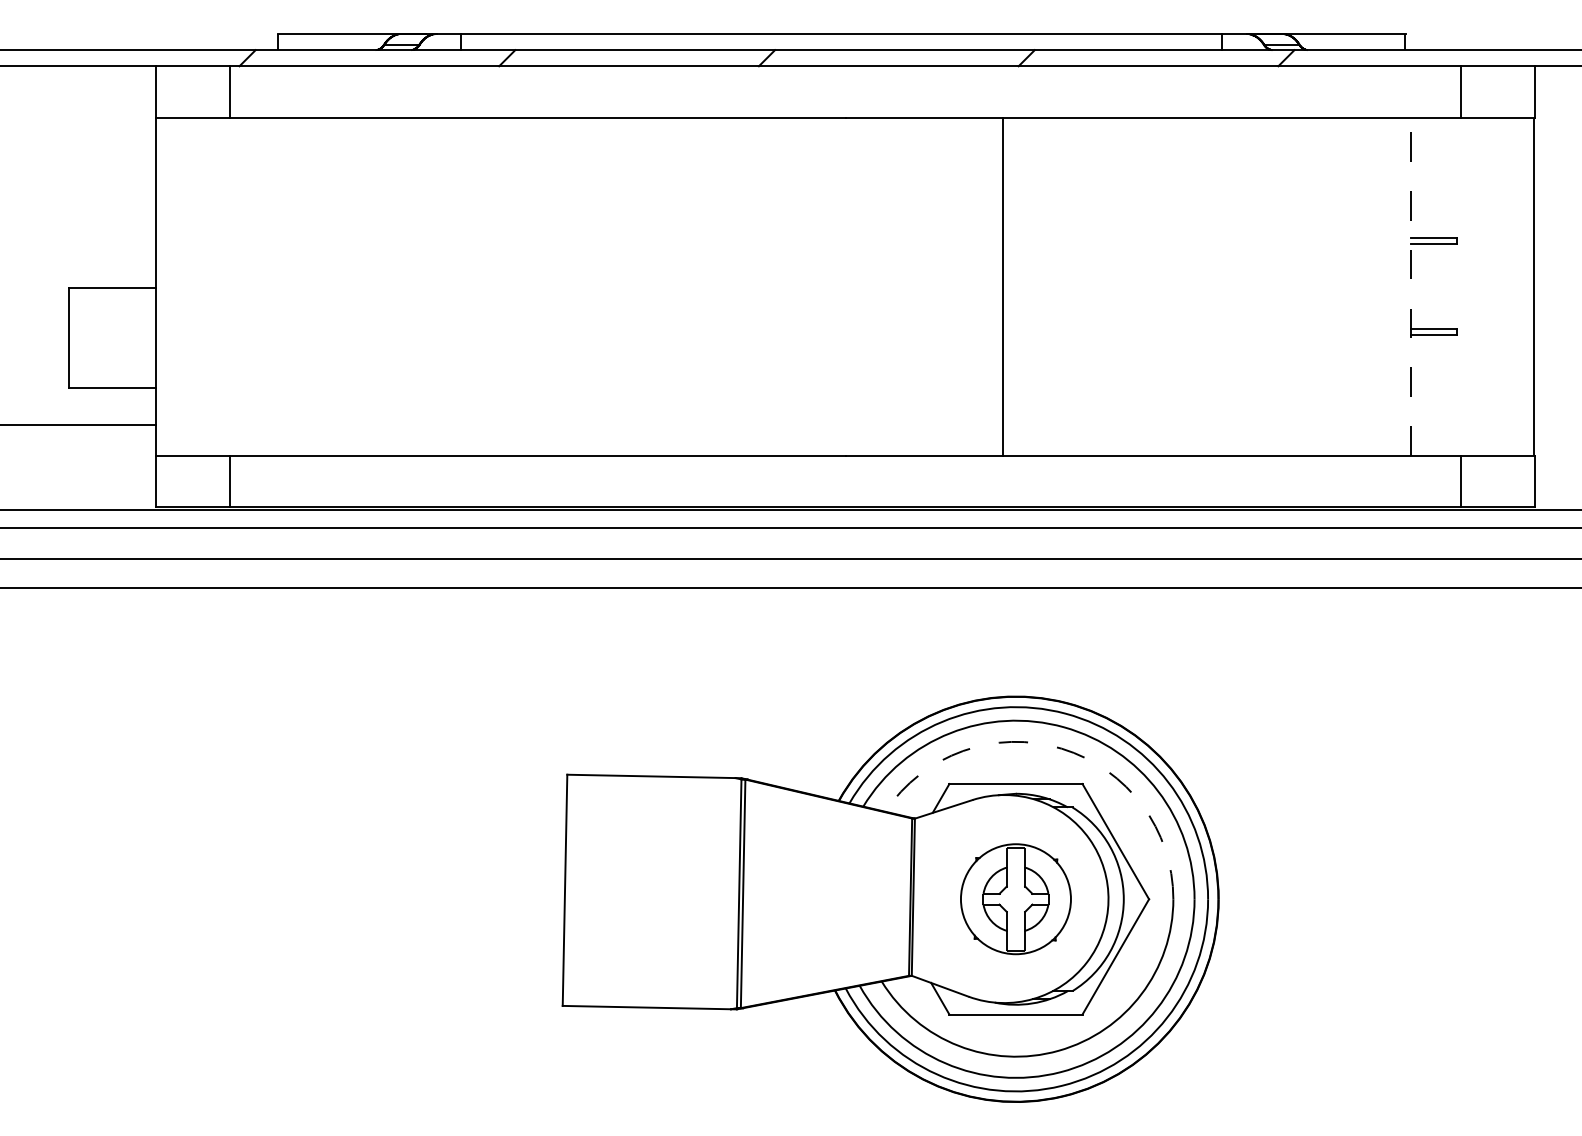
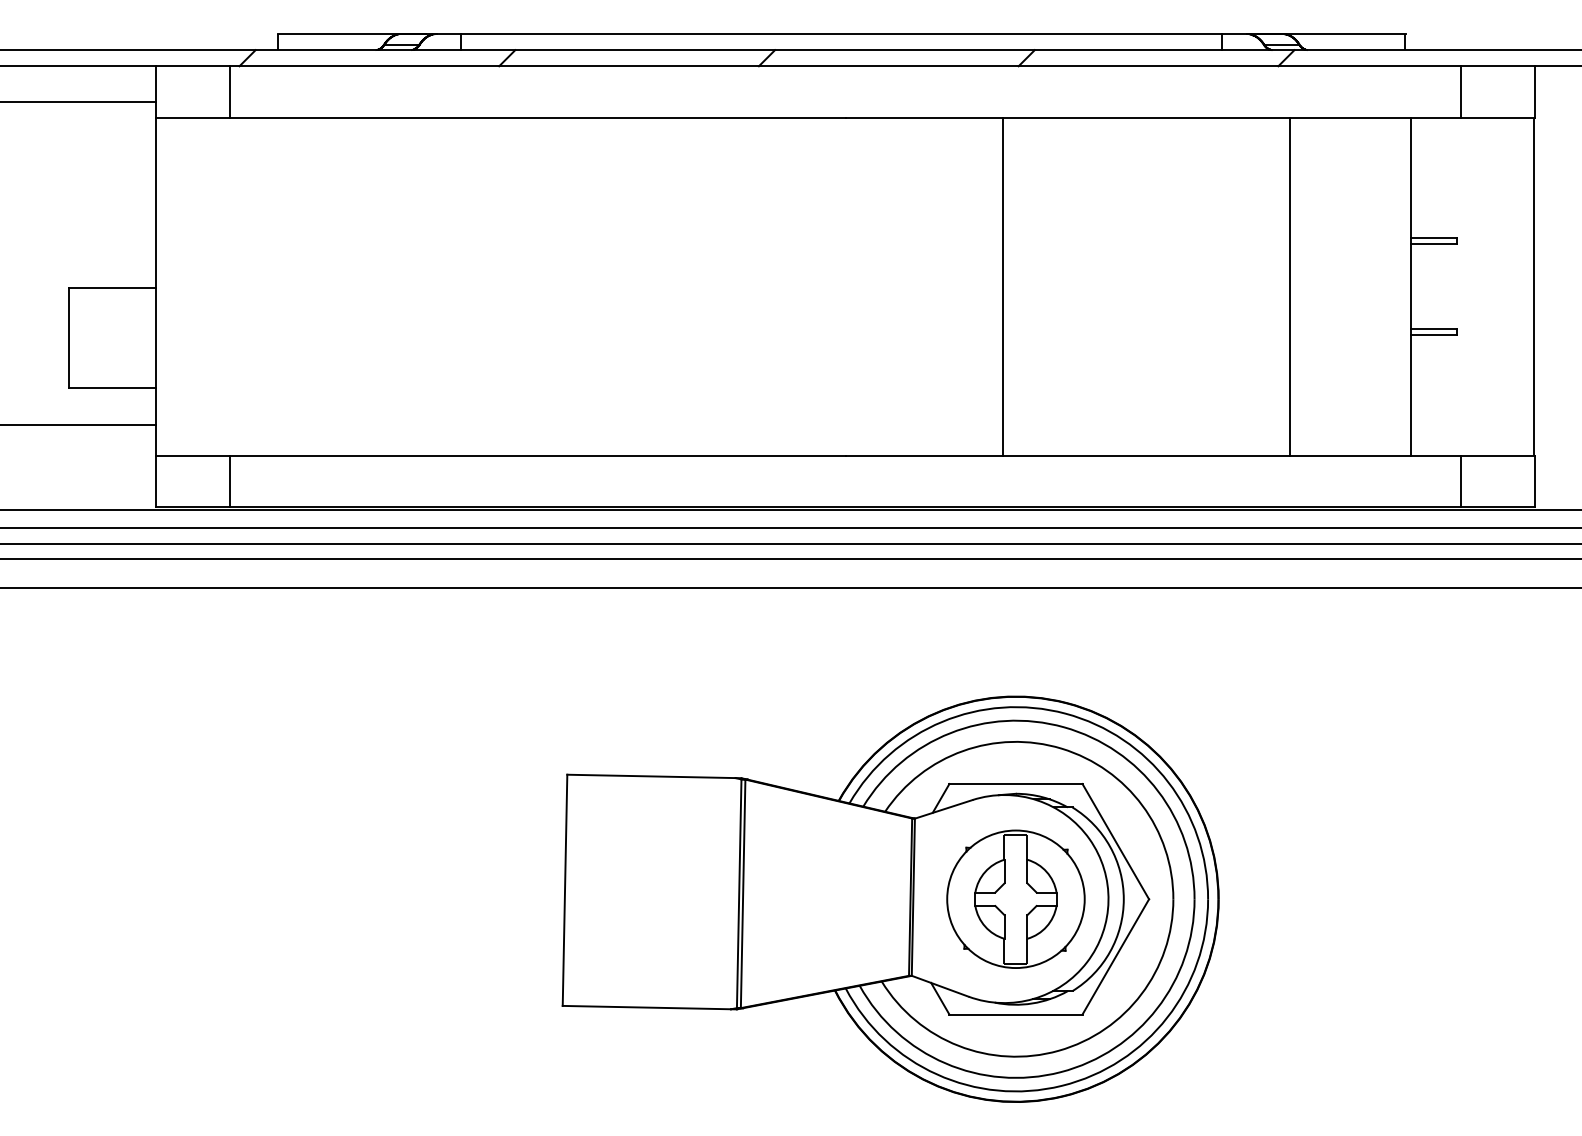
line at (79, 101): none -> present
line at (1290, 286): none -> present
line at (1411, 286): dashed -> solid
line at (790, 543): none -> present
arc at (1061, 748): dashed -> solid
part at (1015, 899) size: 112x113 px -> 140x140 px
